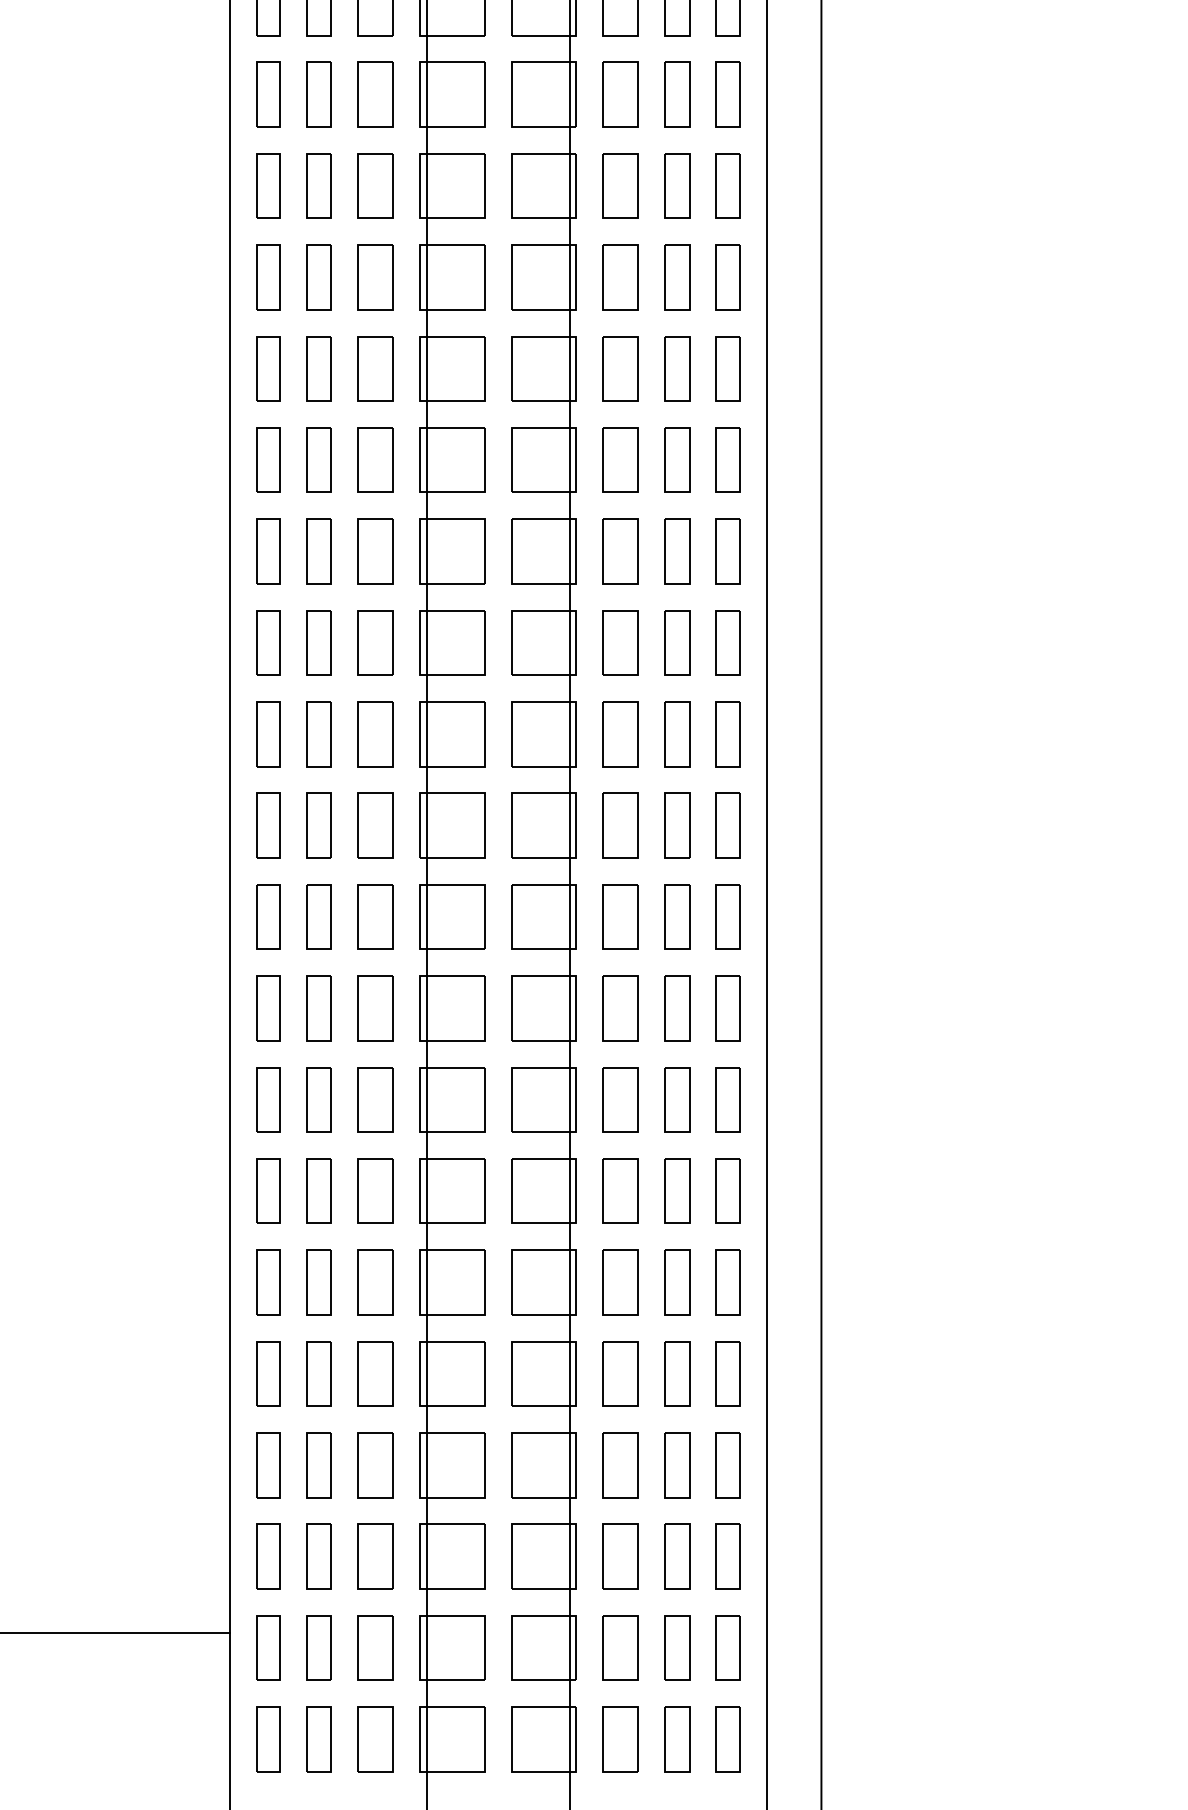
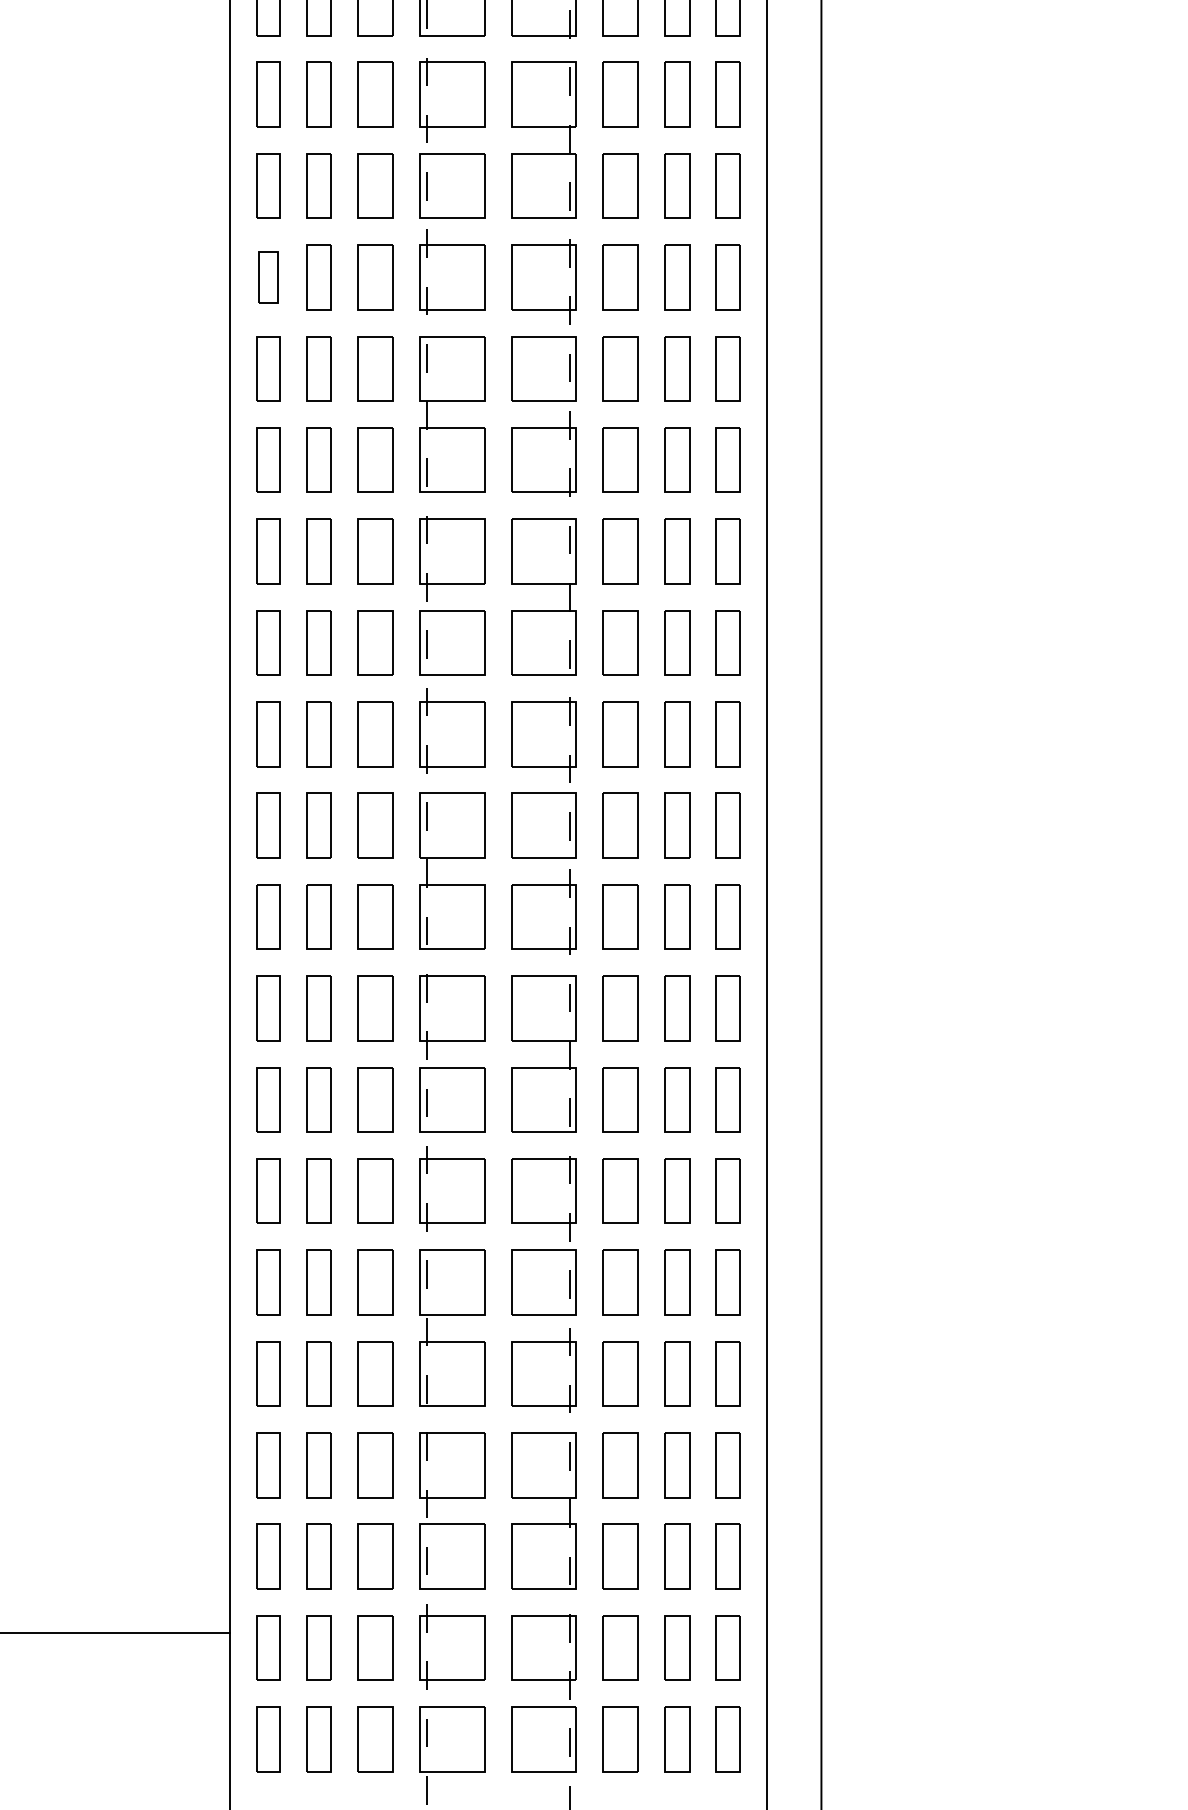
part at (268, 277) size: 25x67 px -> 21x53 px
line at (426, 904): solid -> dashed
line at (569, 904): solid -> dashed
